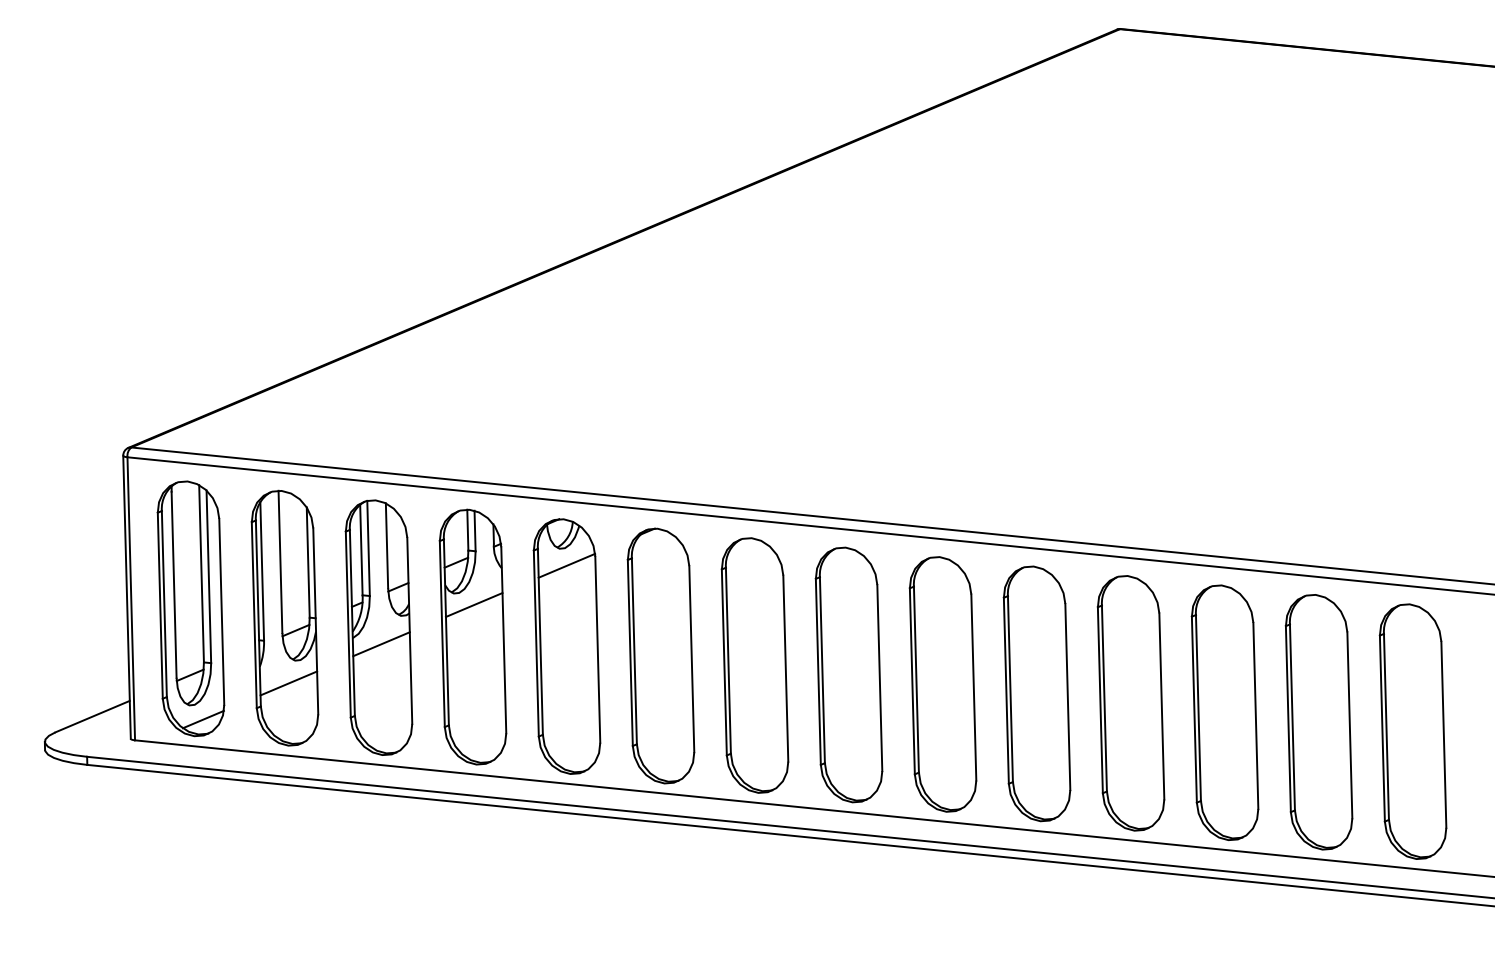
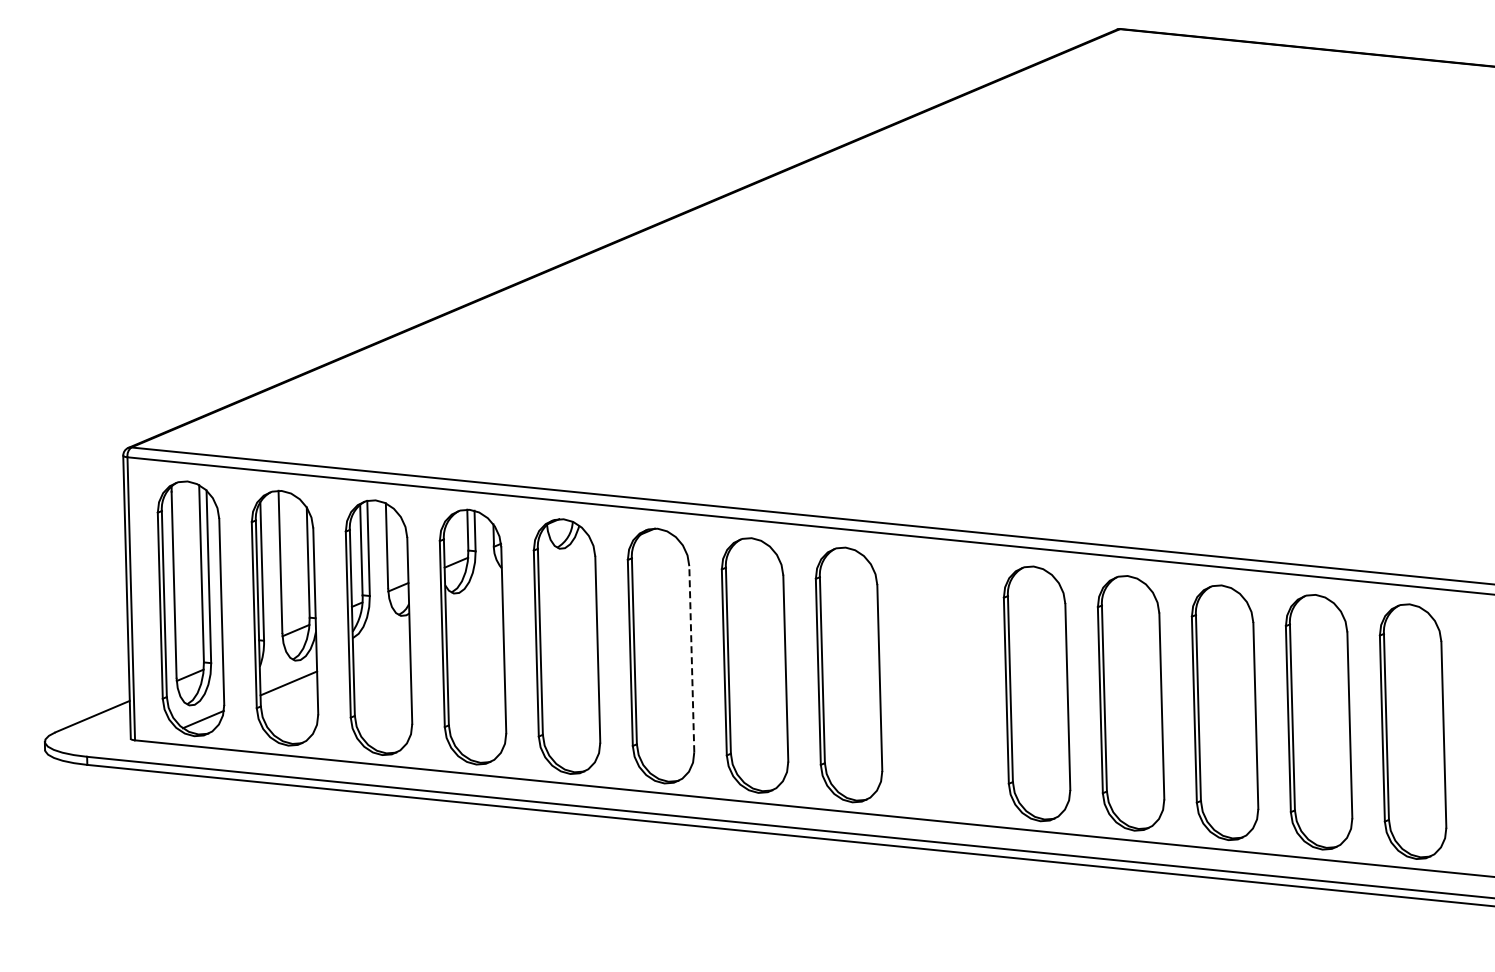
line at (566, 565): present -> none
line at (473, 604): present -> none
line at (381, 644): present -> none
line at (691, 658): solid -> dashed
part at (942, 684): present -> none
